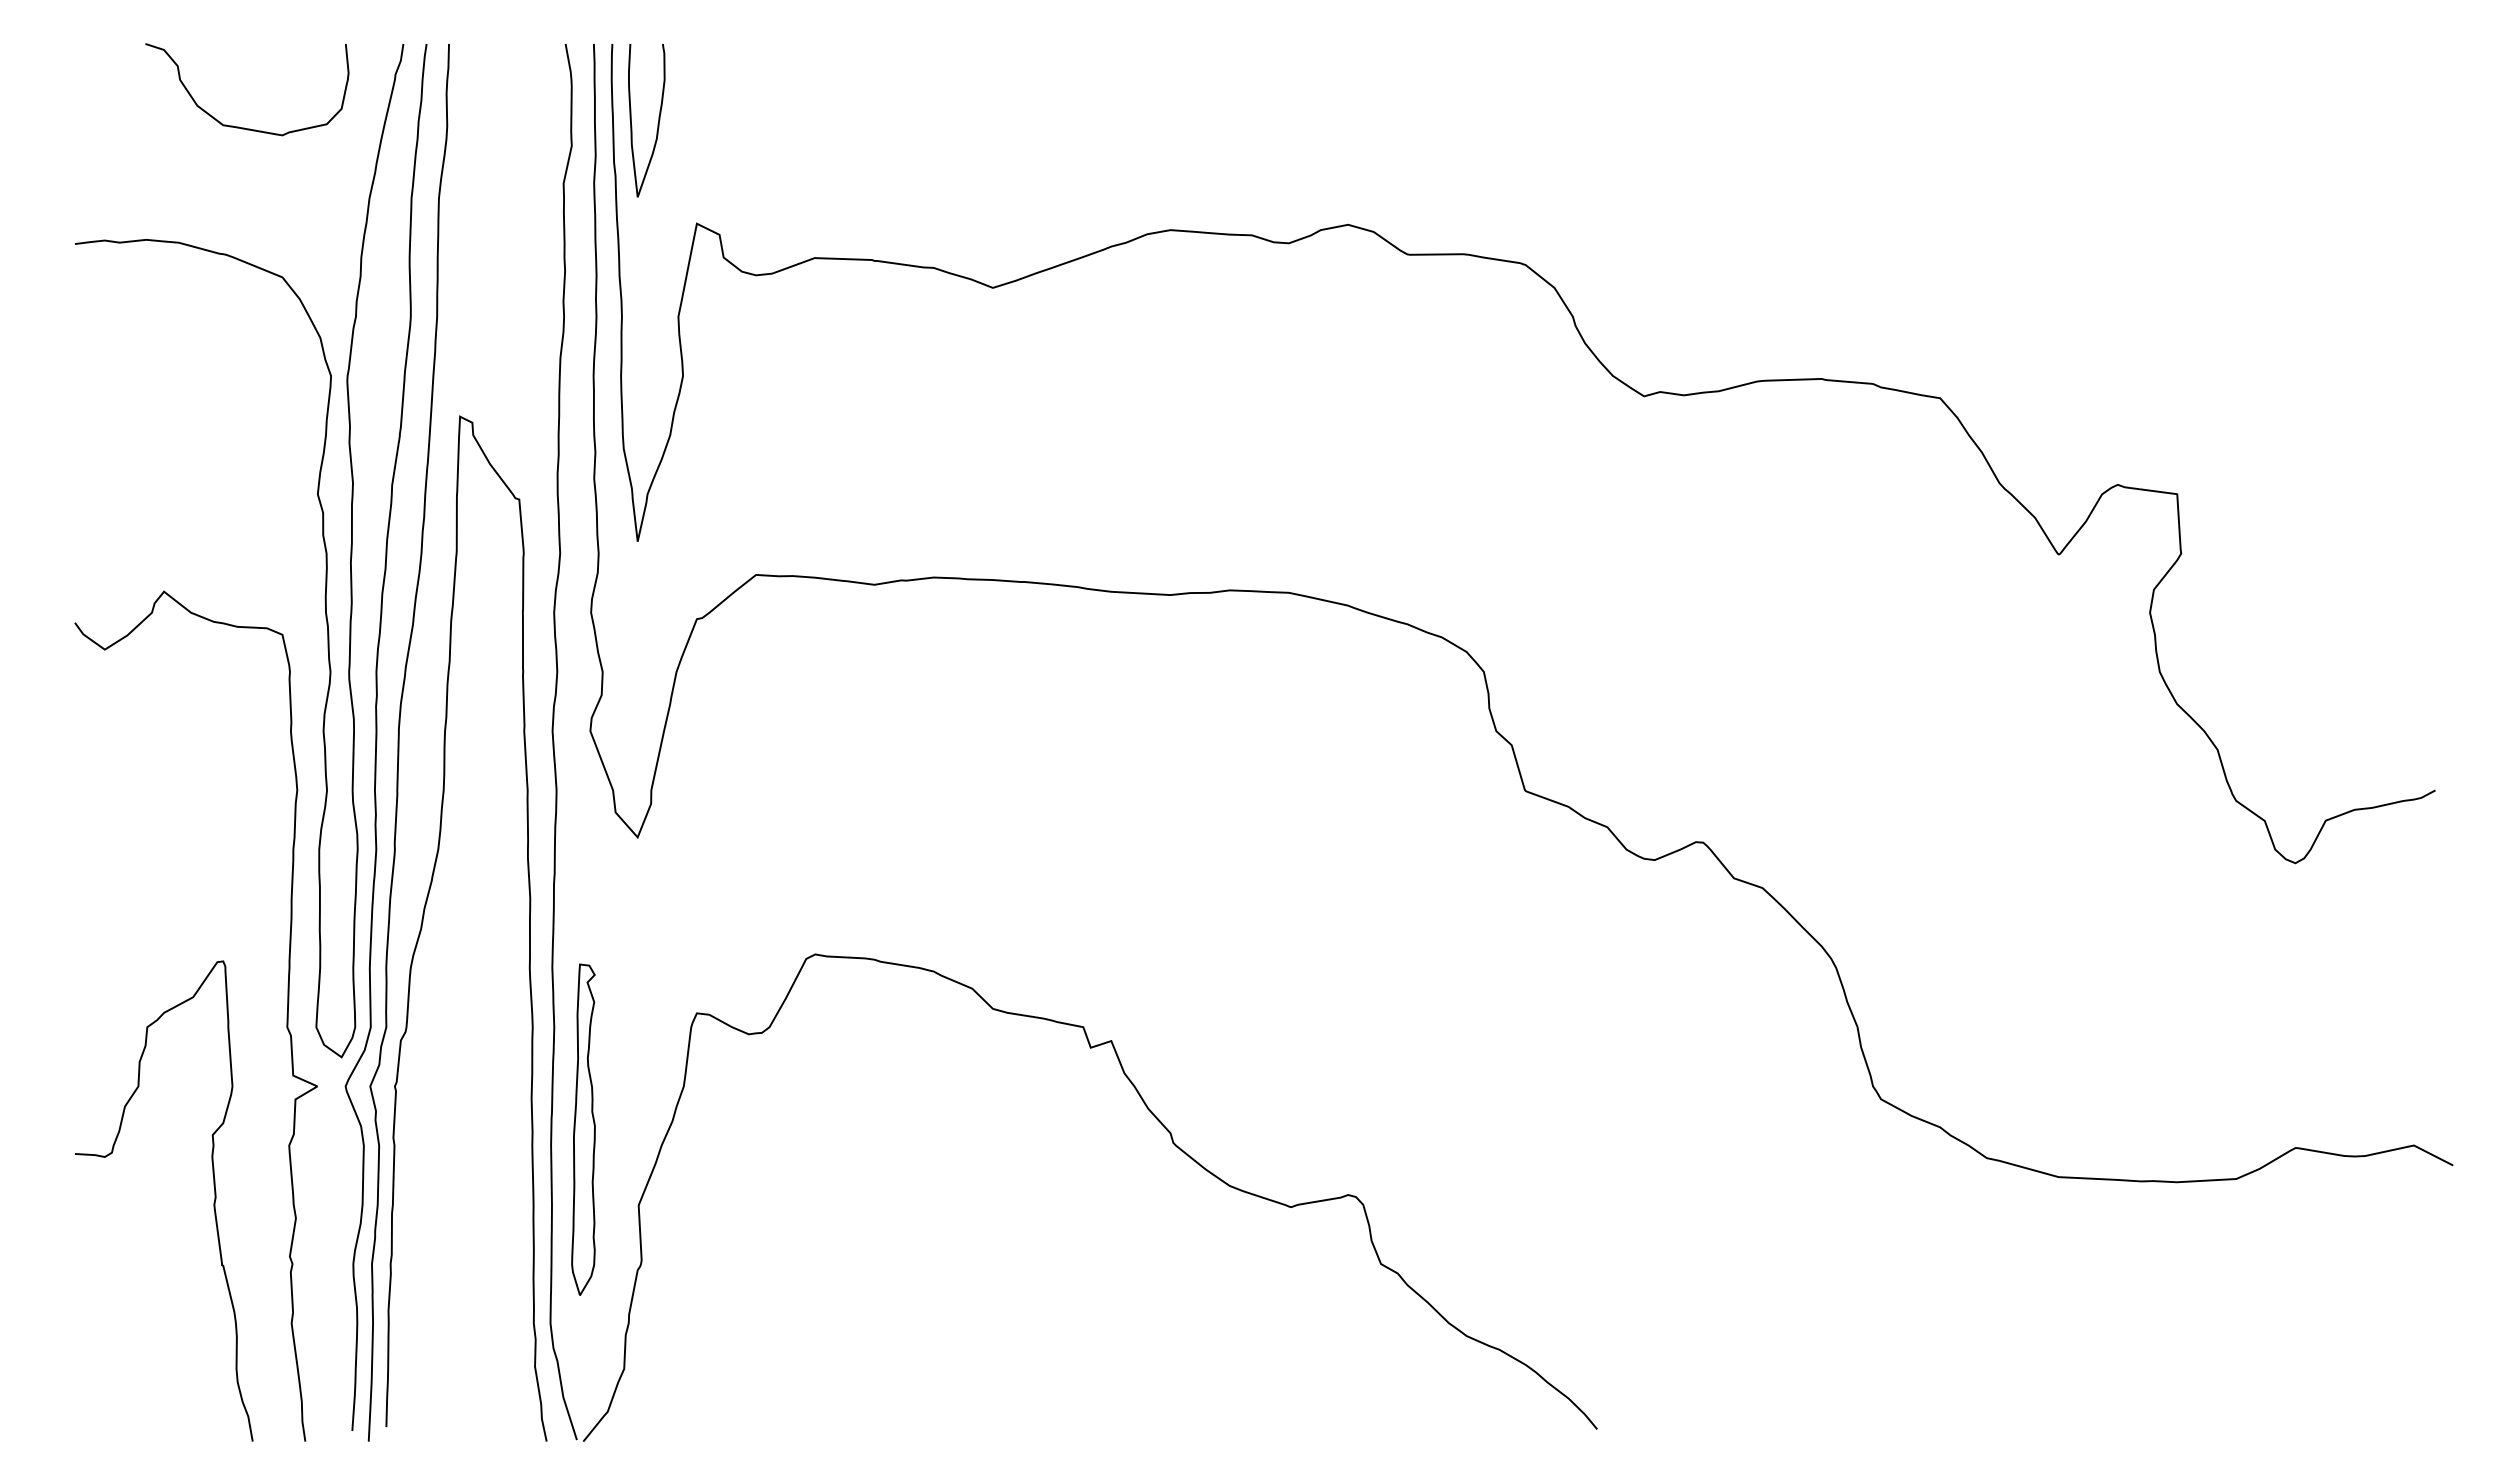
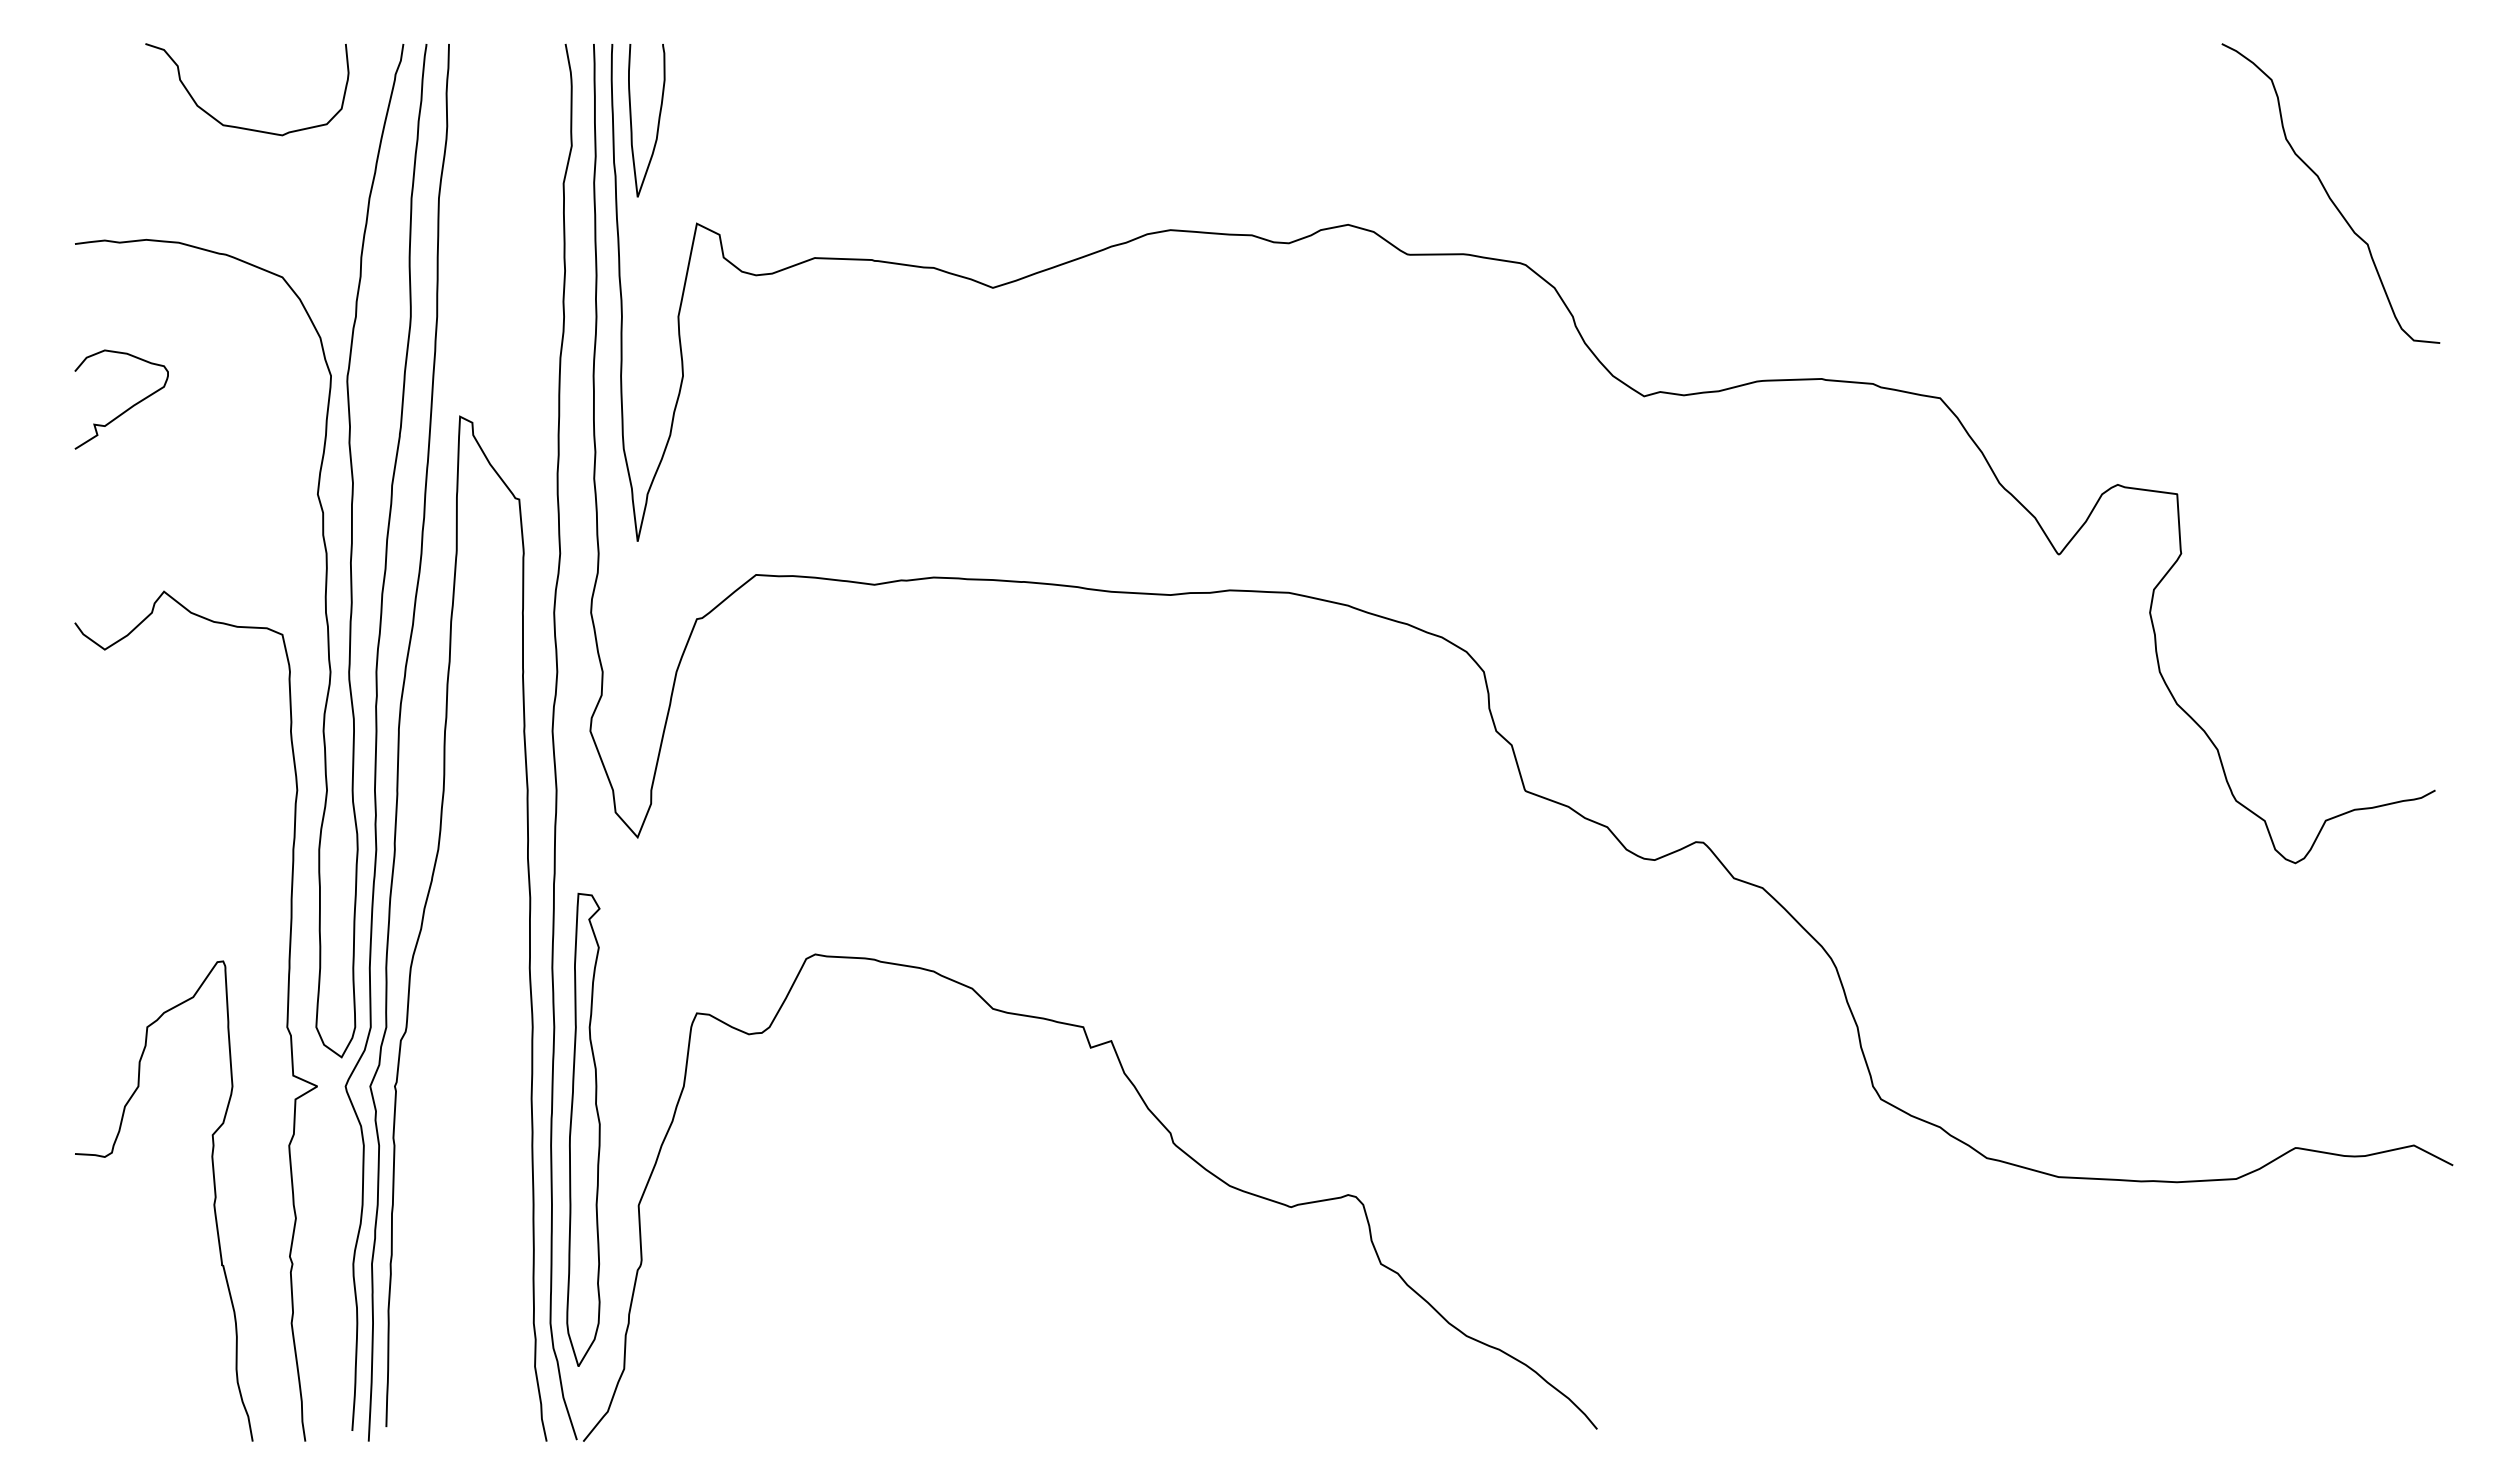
curve at (2328, 193): none -> present
curve at (127, 408): none -> present
part at (583, 1129) size: 25x333 px -> 35x475 px
